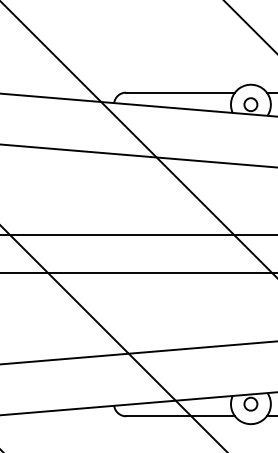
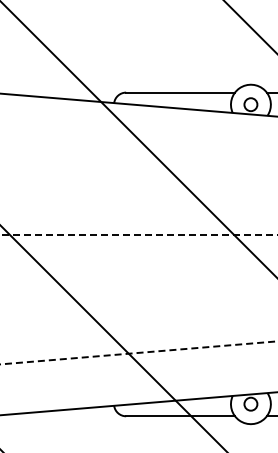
line at (138, 155): present -> none
line at (139, 235): solid -> dashed
line at (138, 273): present -> none
line at (139, 352): solid -> dashed
